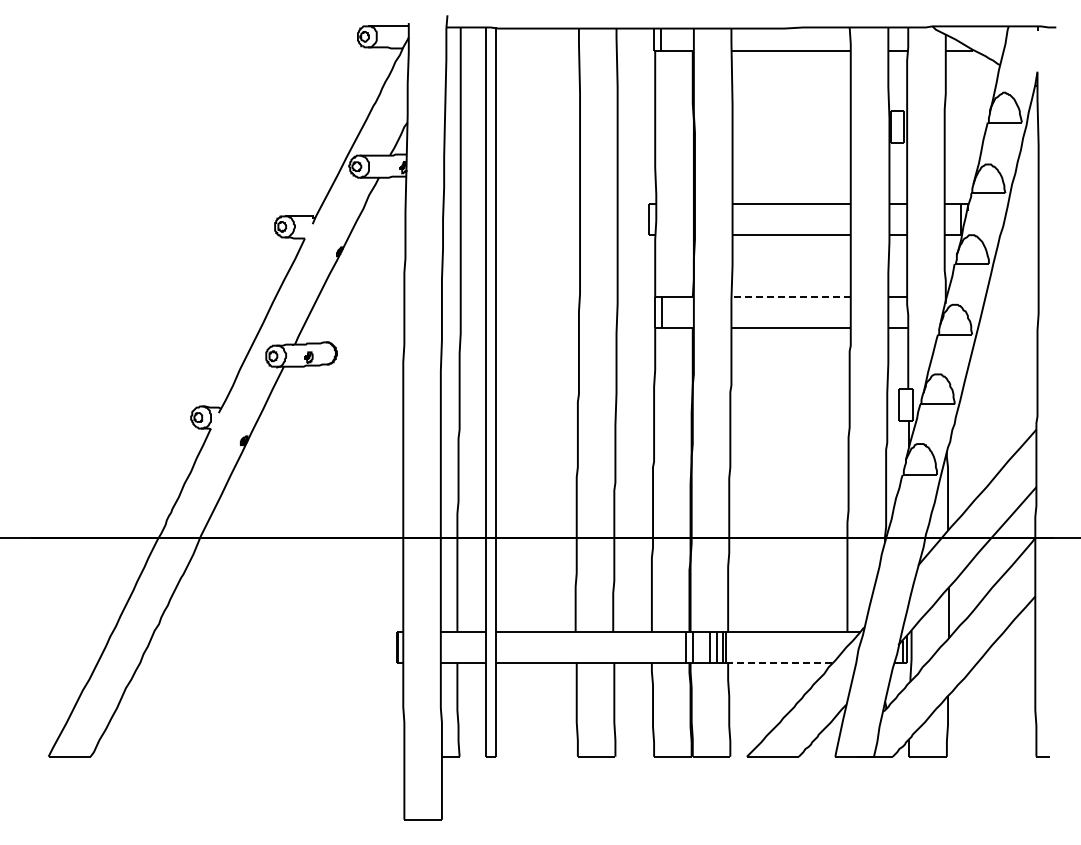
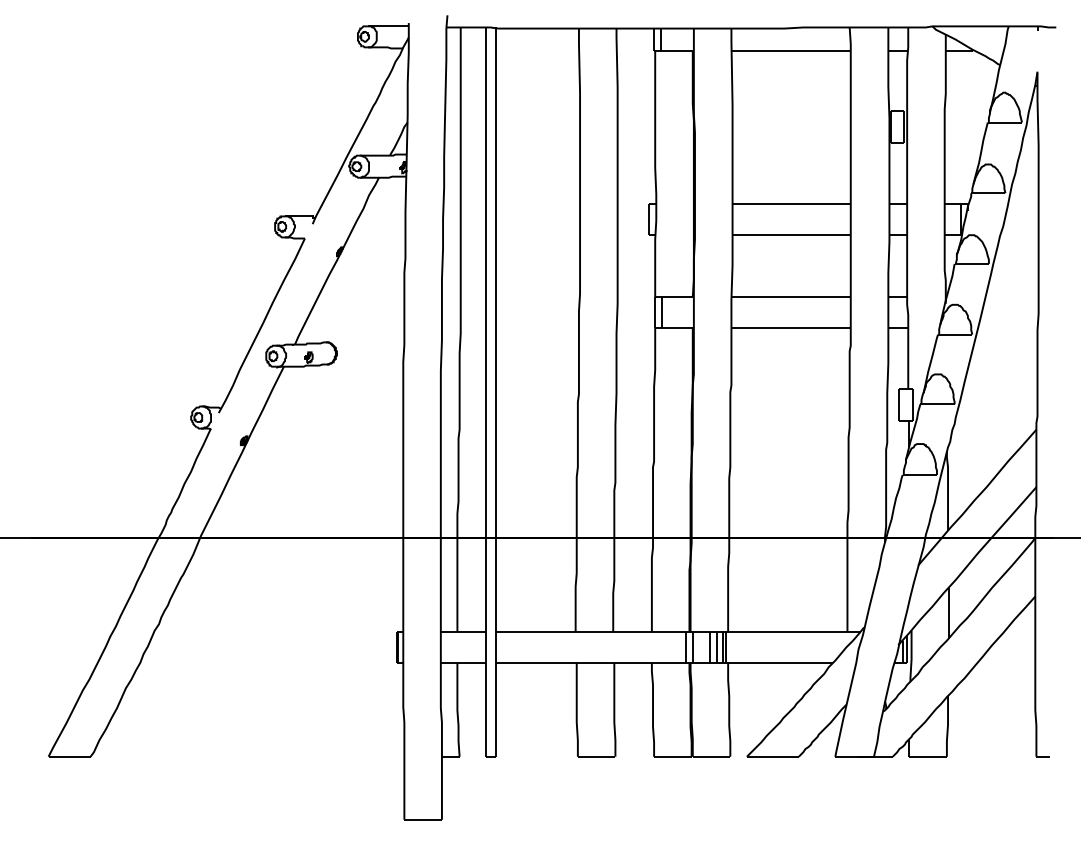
line at (791, 297): dashed -> solid
line at (779, 662): dashed -> solid
